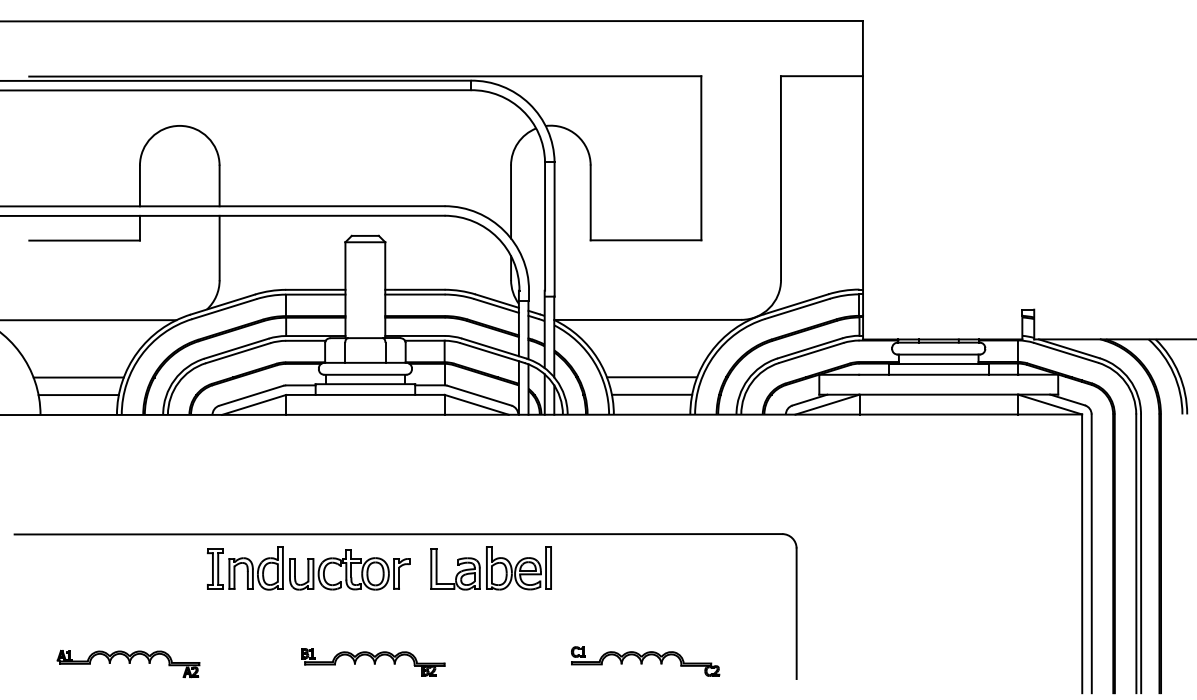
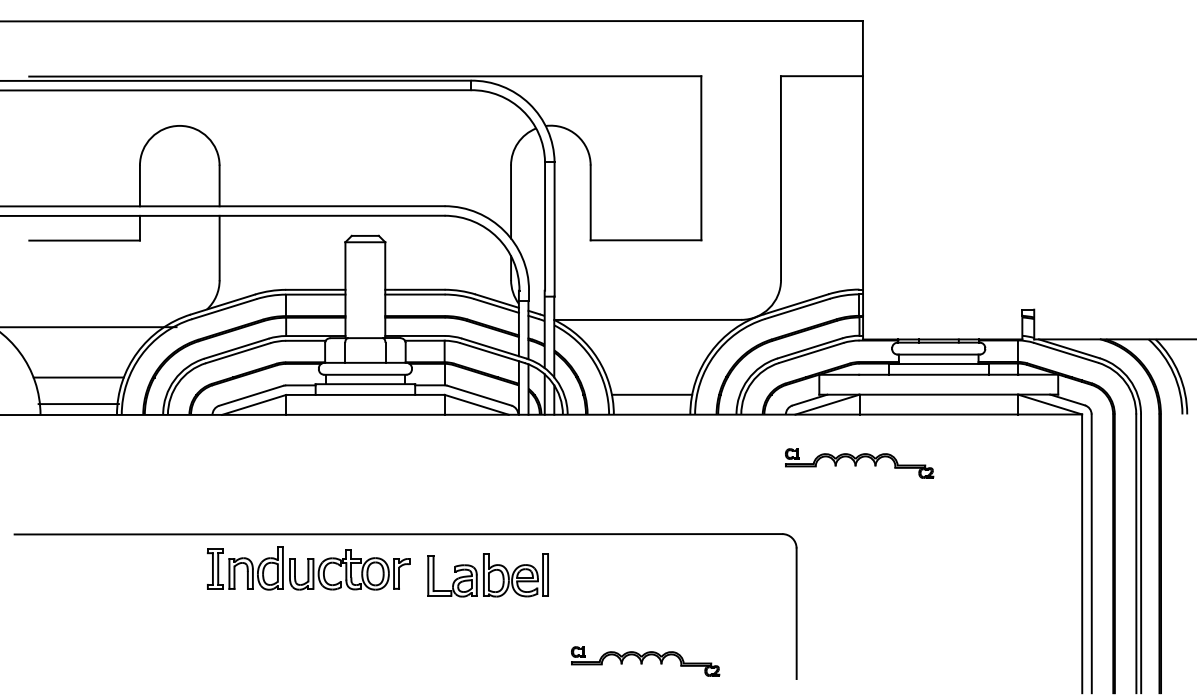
line at (89, 320) position: (89, 320) -> (89, 327)
line at (651, 377): present -> none
line at (78, 395) position: (78, 395) -> (78, 404)
part at (859, 463): none -> present
part at (490, 568) position: (490, 568) -> (487, 575)
part at (373, 662): present -> none
part at (128, 663): present -> none
